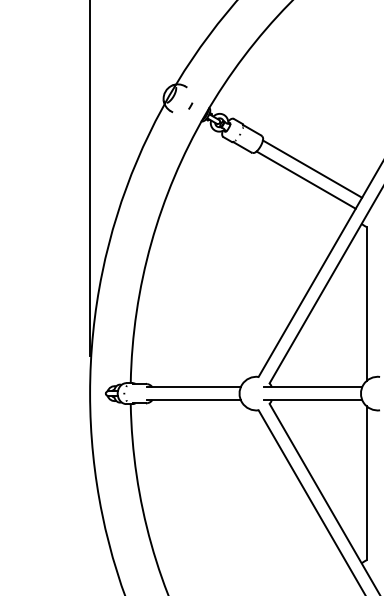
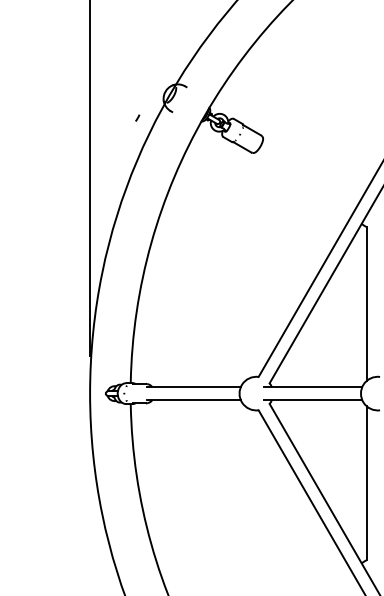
curve at (190, 105) position: (190, 105) -> (137, 117)
line at (312, 168): present -> none
line at (305, 179): present -> none
